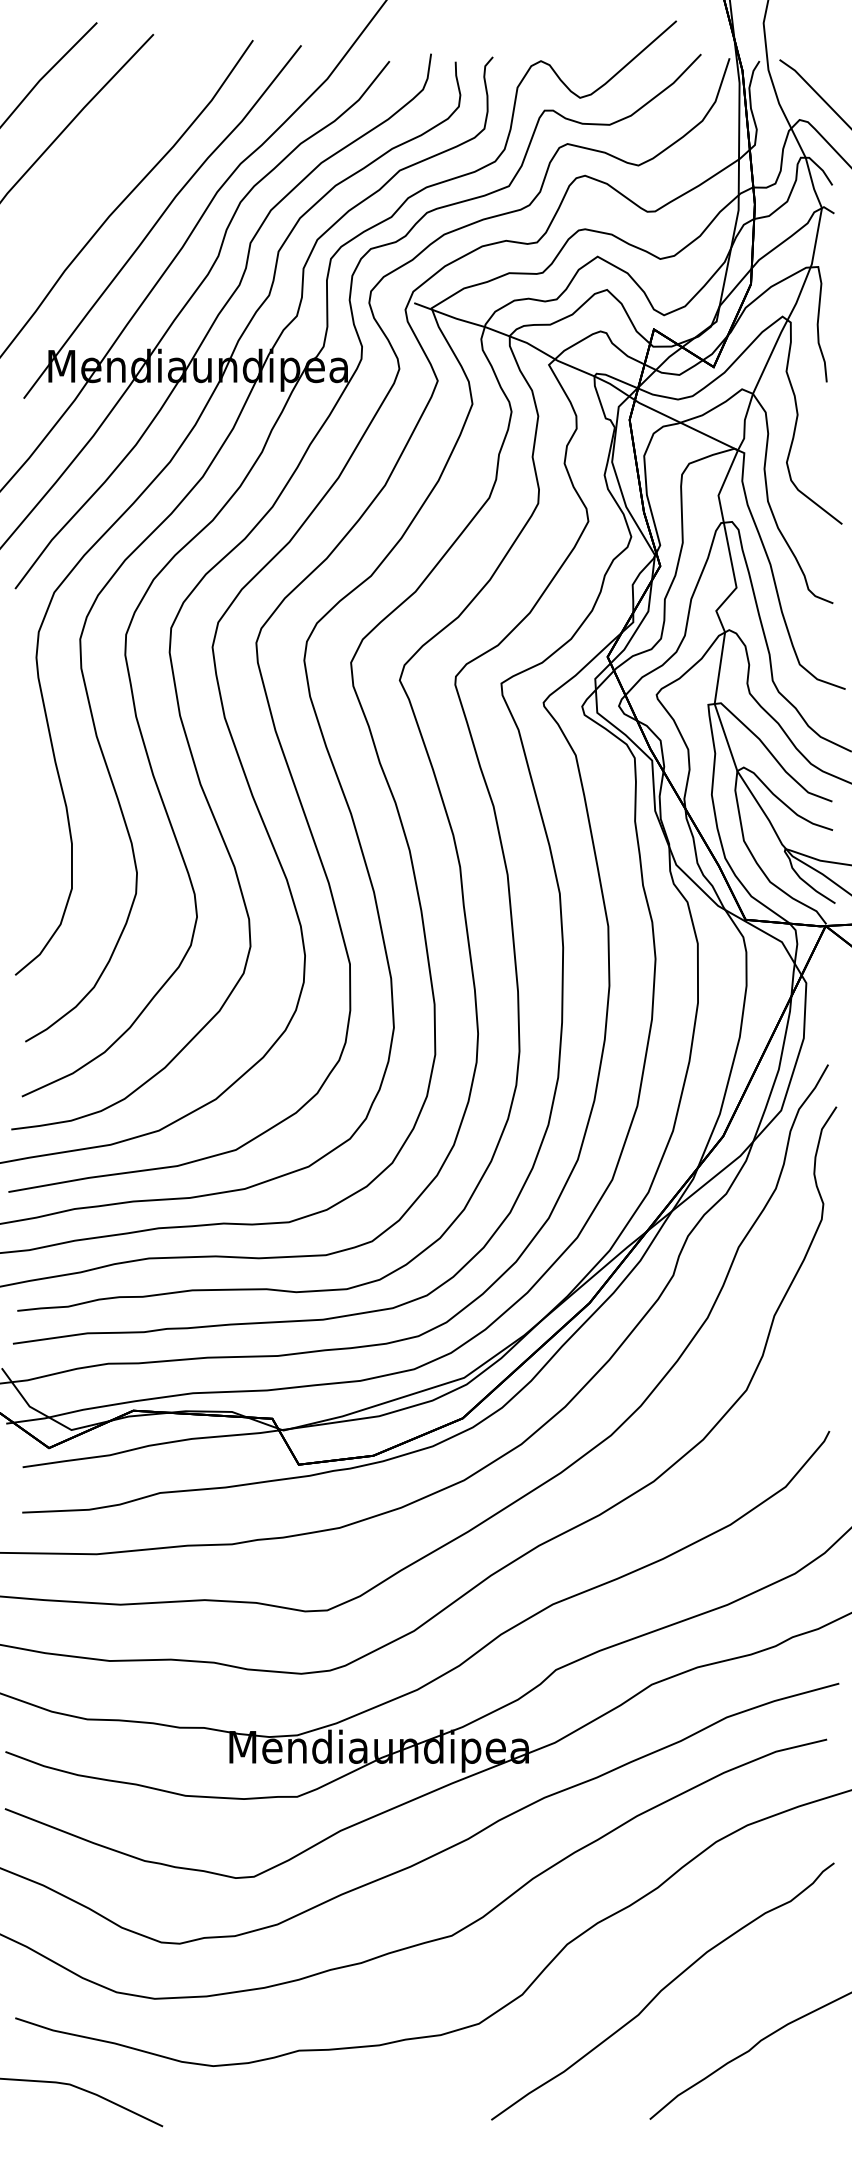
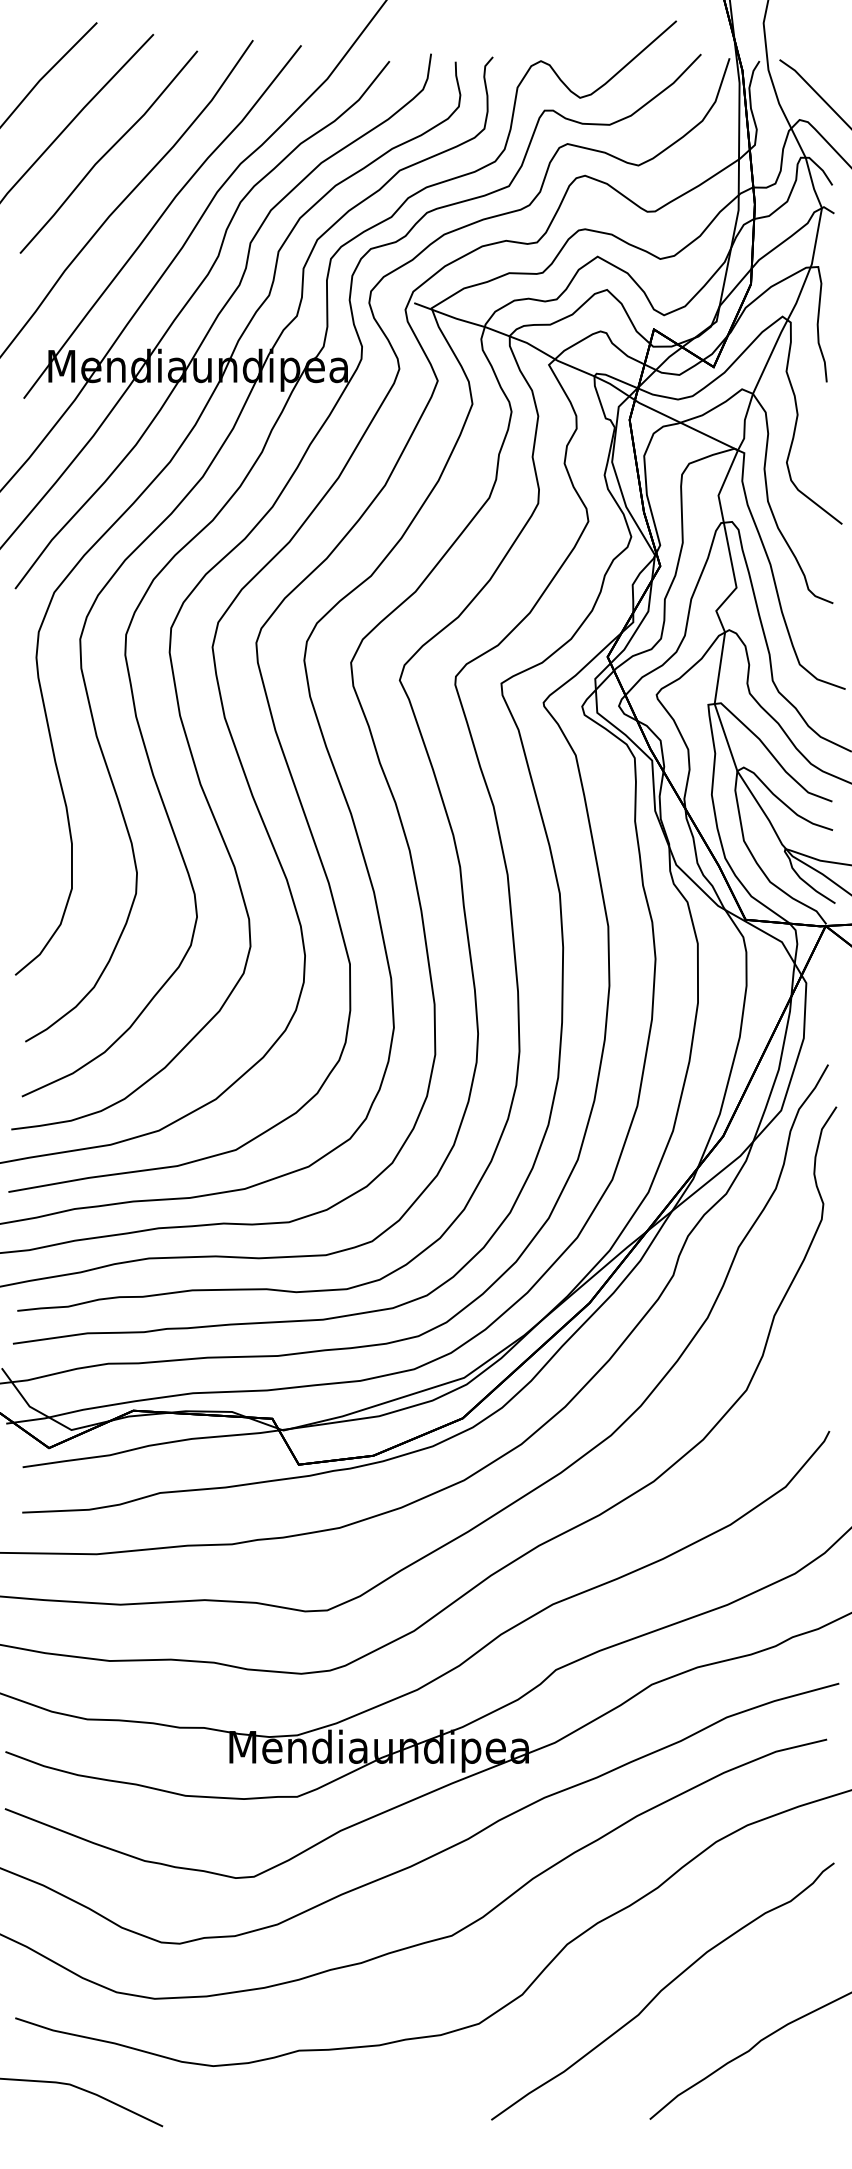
line at (108, 151): none -> present
